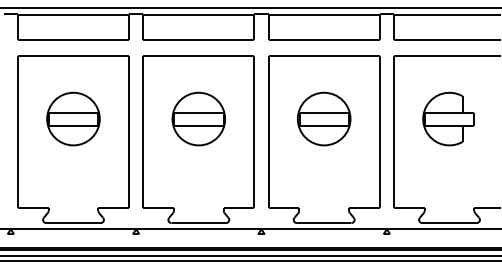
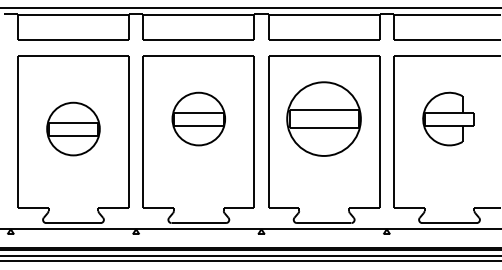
part at (73, 118) position: (73, 118) -> (73, 128)
part at (324, 118) size: 55x56 px -> 76x76 px
